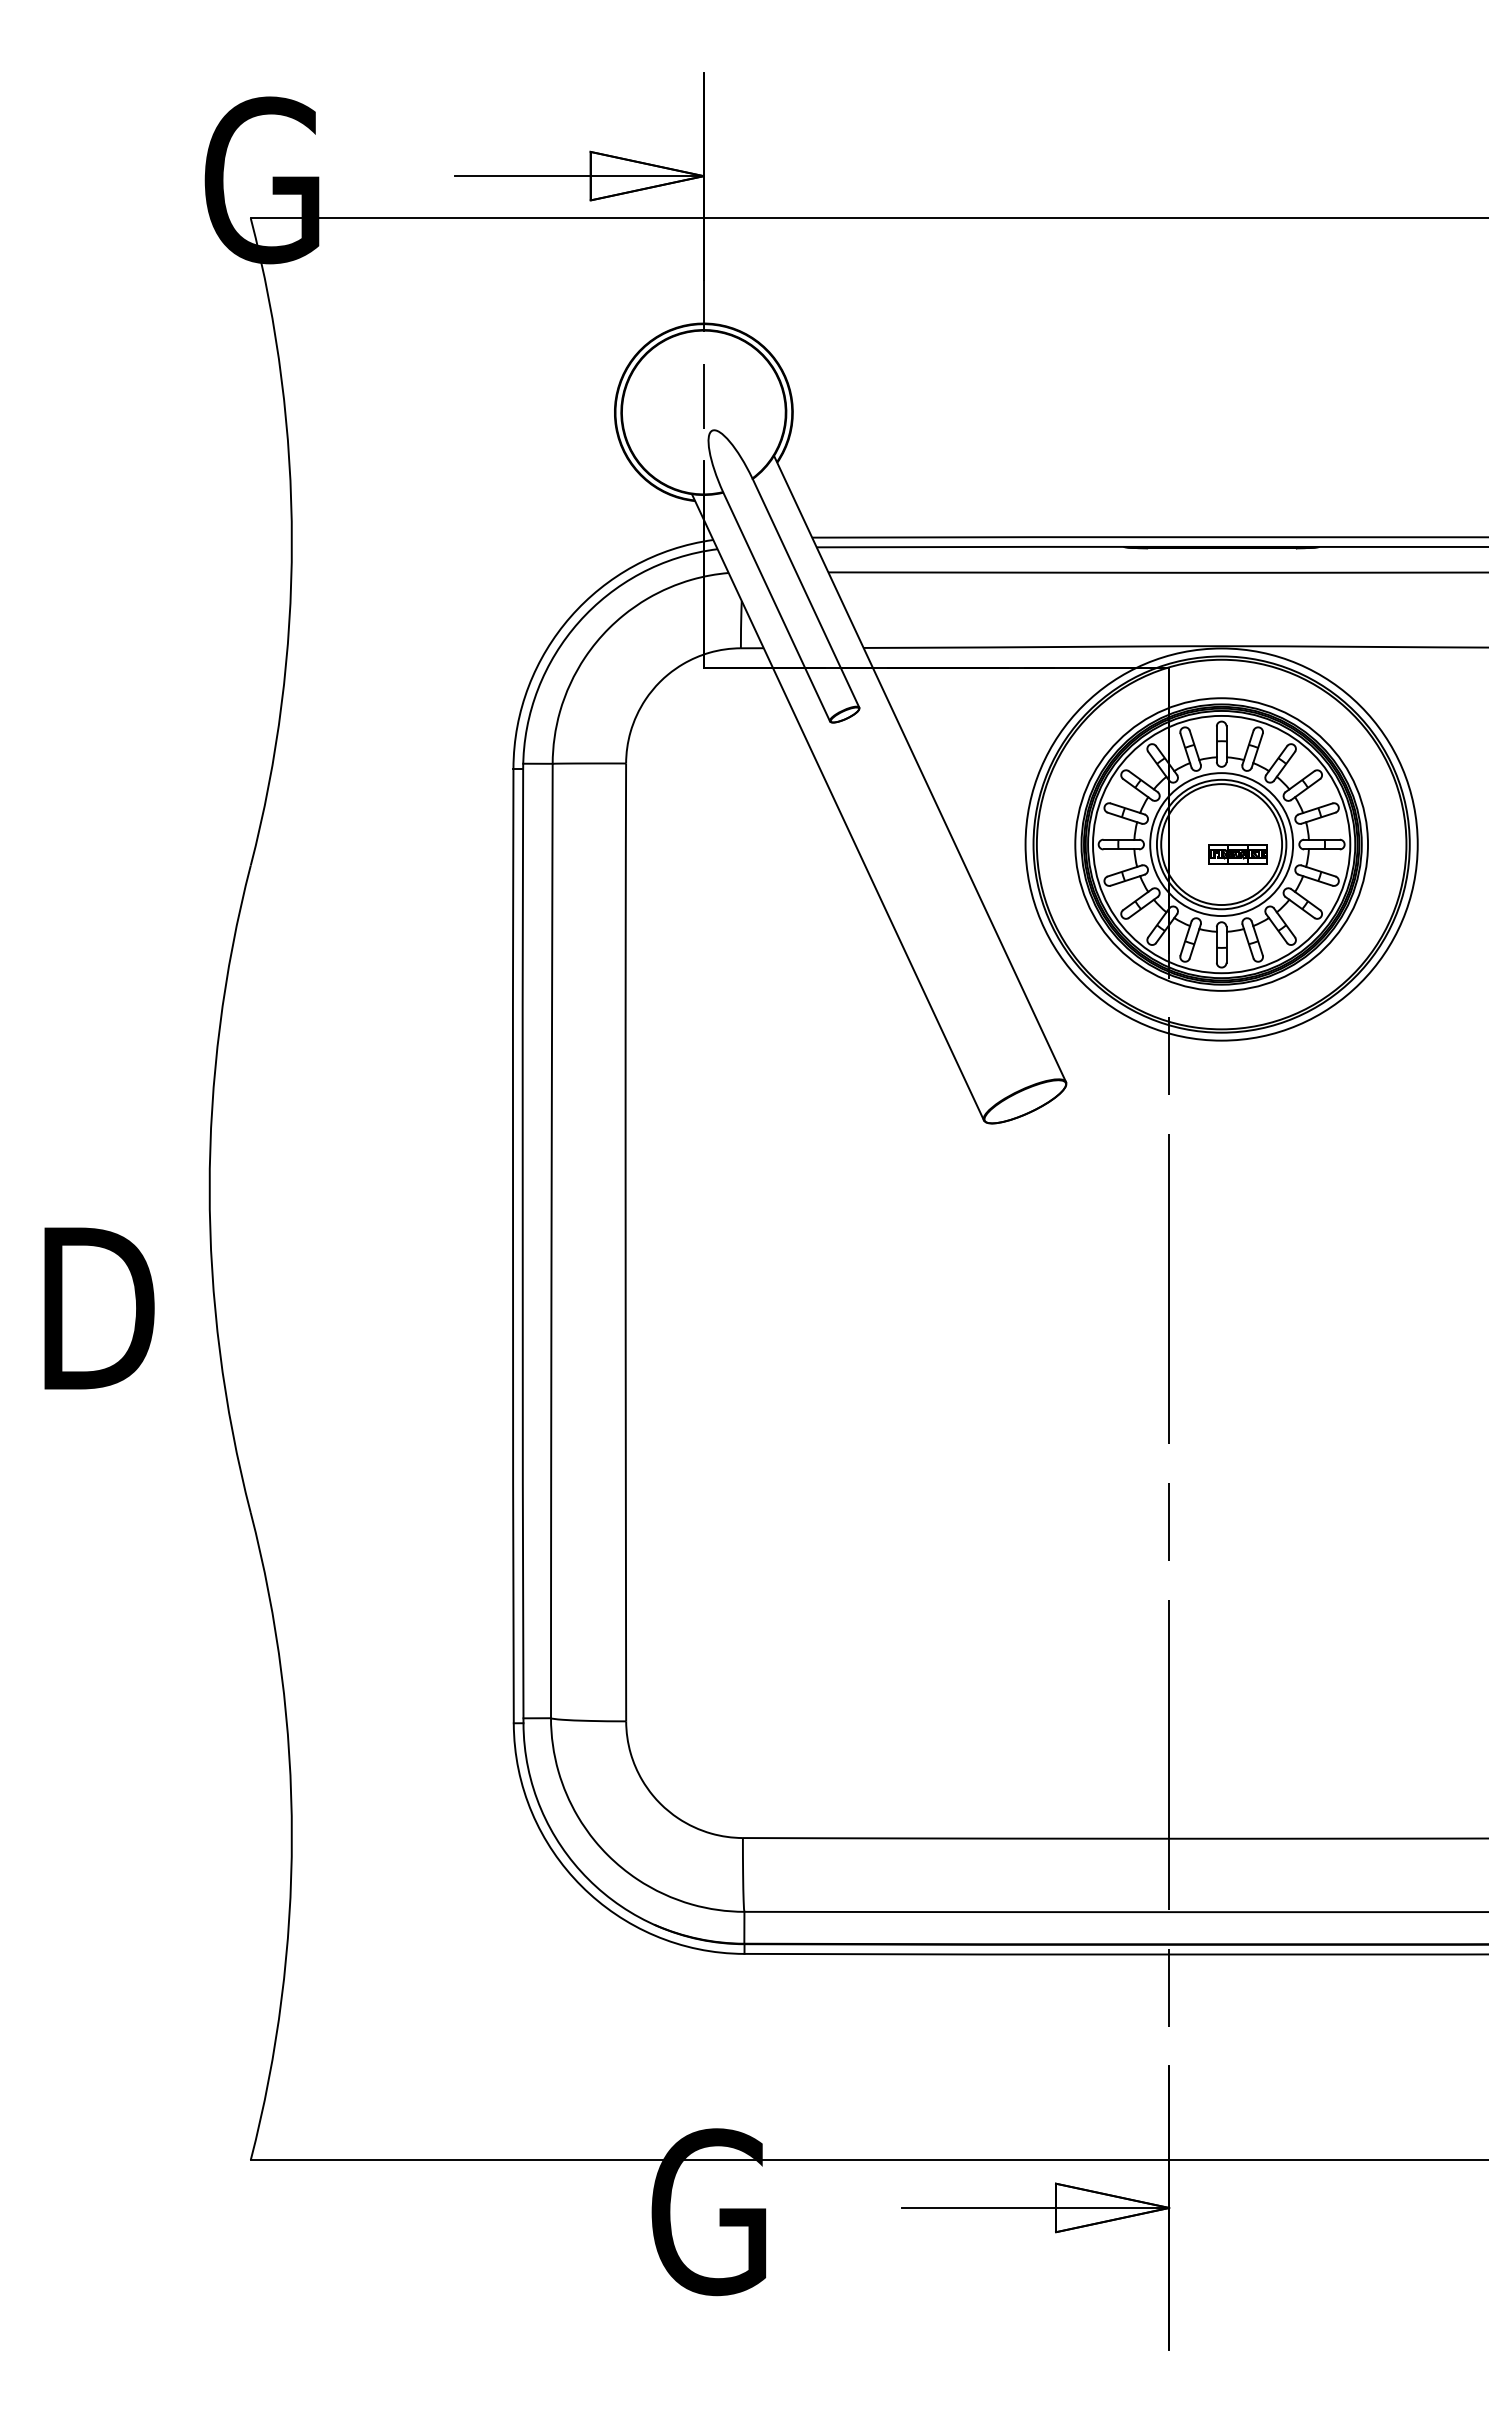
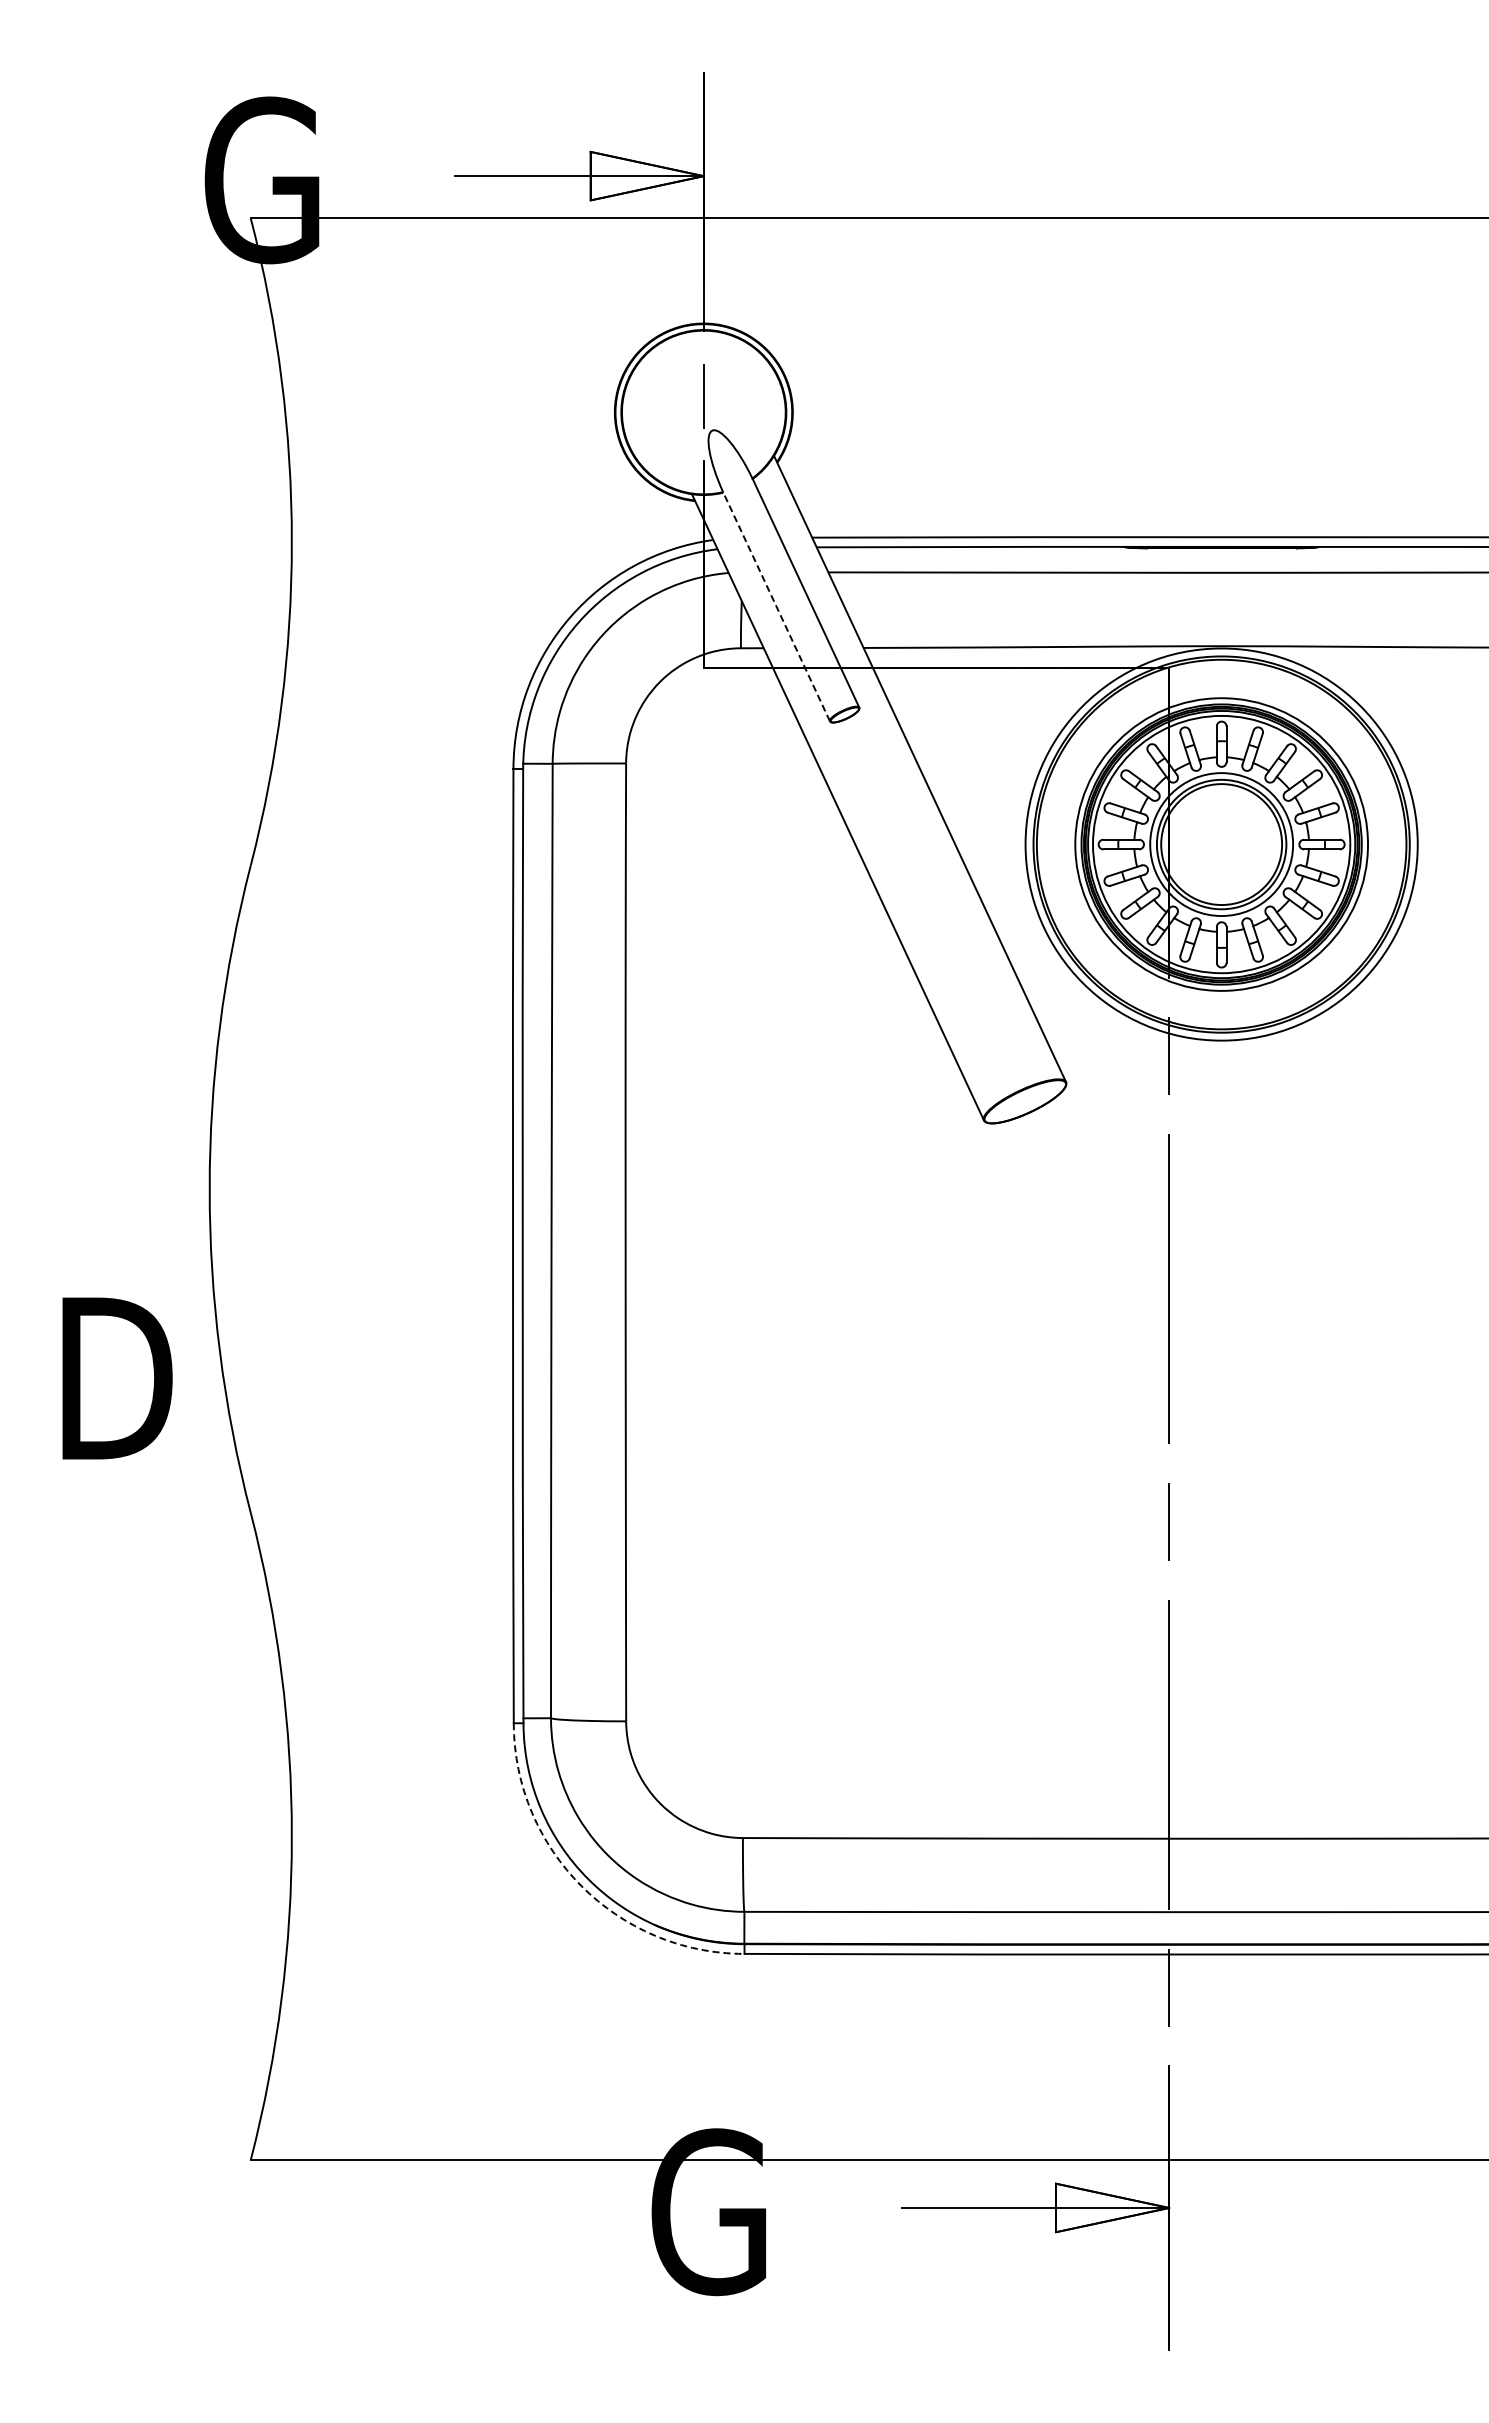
line at (776, 606): solid -> dashed
part at (1237, 854): present -> none
text at (99, 1308) position: (99, 1308) -> (117, 1378)
arc at (581, 1886): solid -> dashed
